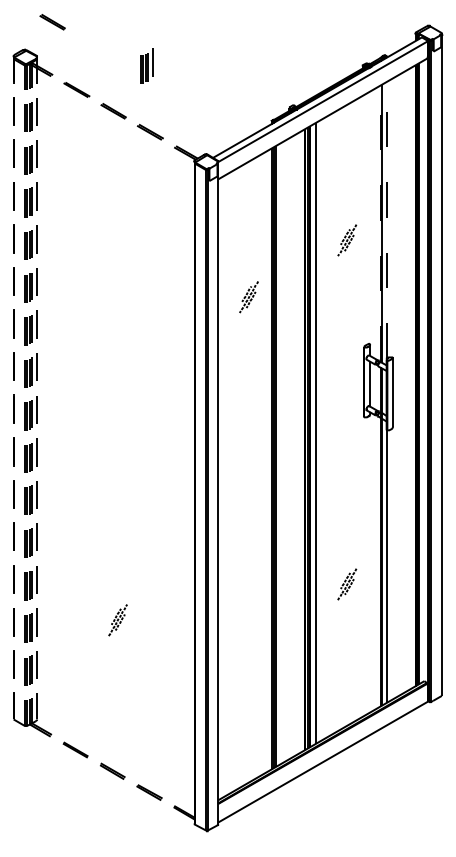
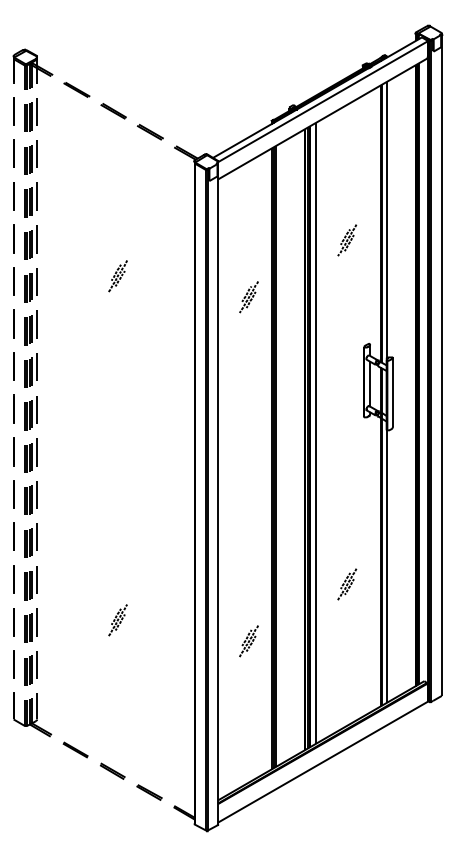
part at (52, 22): present -> none
part at (146, 65): present -> none
line at (387, 219): dashed -> solid
line at (380, 223): dashed -> solid
part at (117, 276): none -> present
part at (248, 641): none -> present
